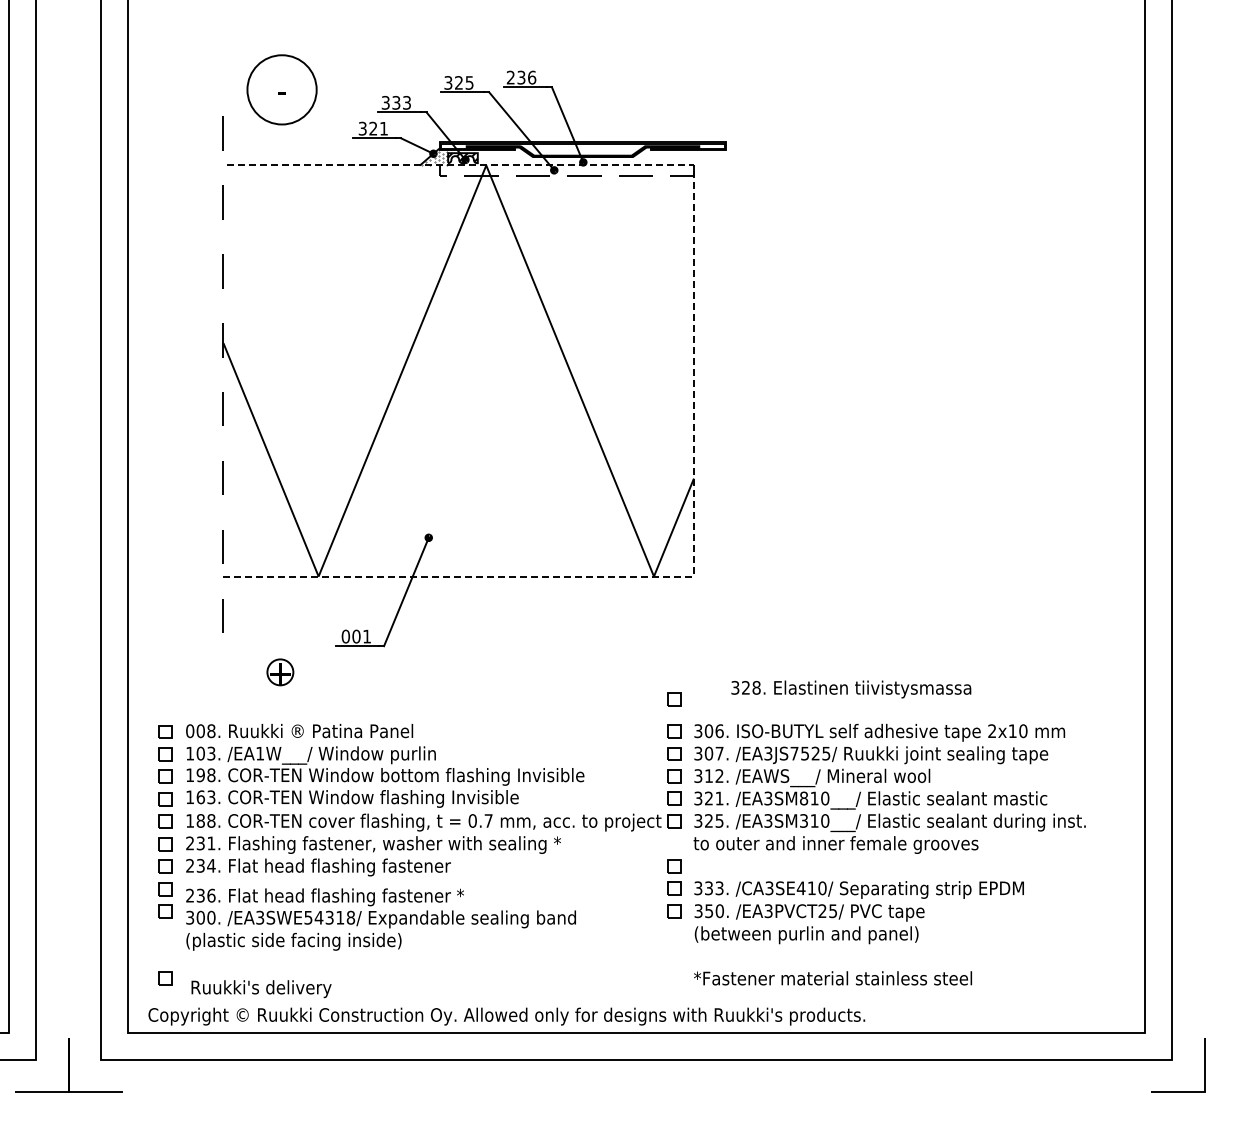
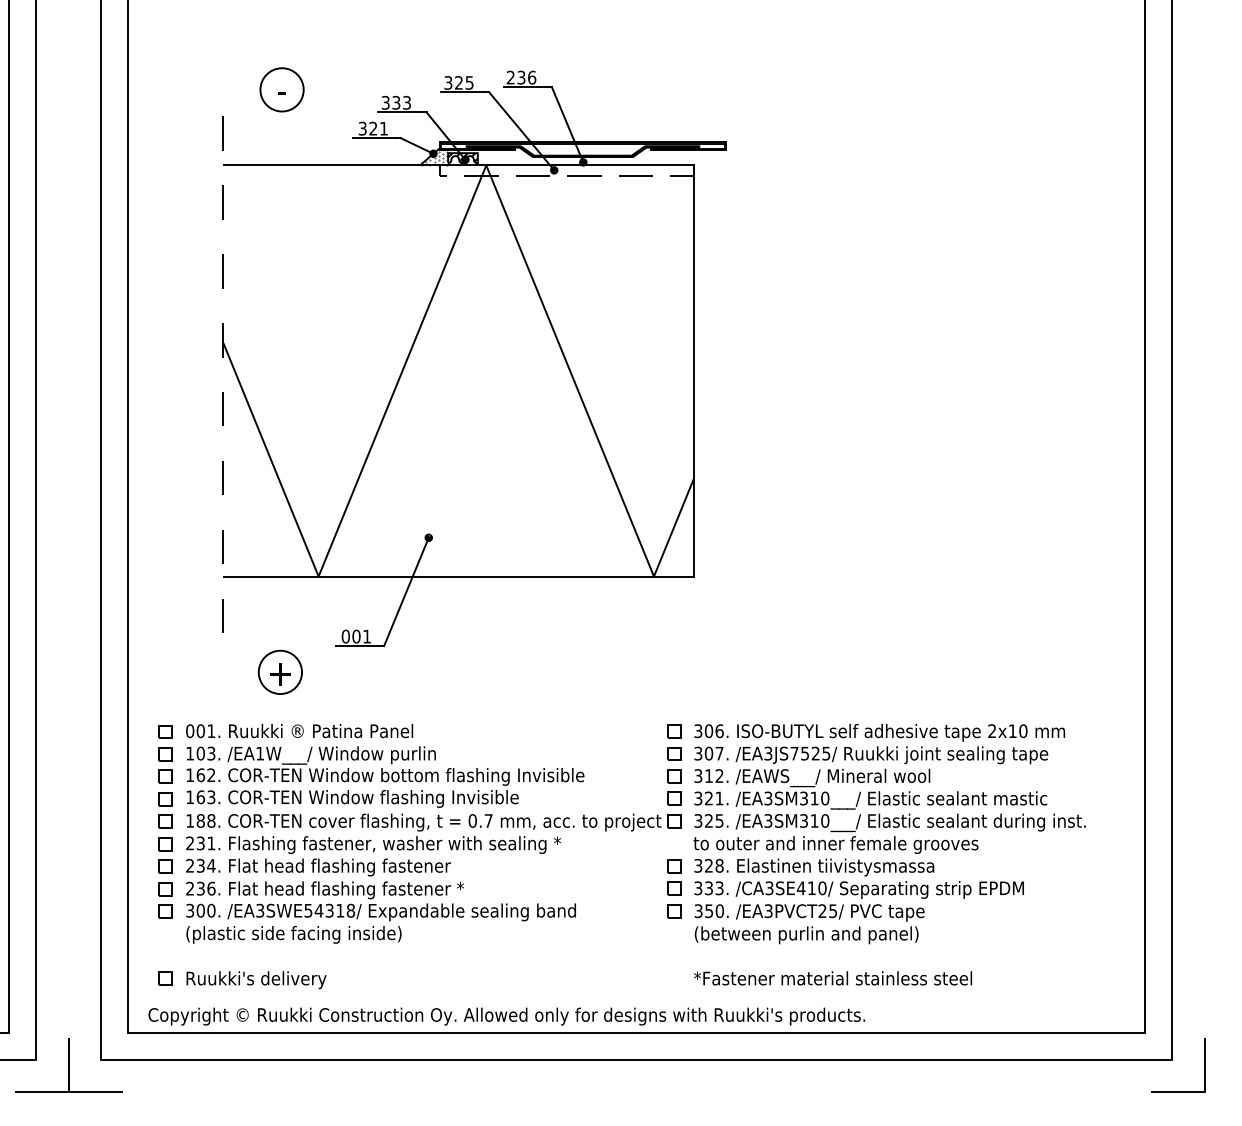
circle at (281, 89) diameter: 69 px -> 43 px
line at (693, 371): dashed -> solid
circle at (280, 672) diameter: 26 px -> 43 px
text at (851, 689) position: (851, 689) -> (814, 867)
part at (674, 699): present -> none
text at (211, 731): 008. -> 001.
text at (205, 775): 198. -> 162.
text at (804, 798): /EA3SM810___/ -> /EA3SM310___/
text at (380, 919) position: (380, 919) -> (380, 912)
text at (261, 989) position: (261, 989) -> (256, 980)
